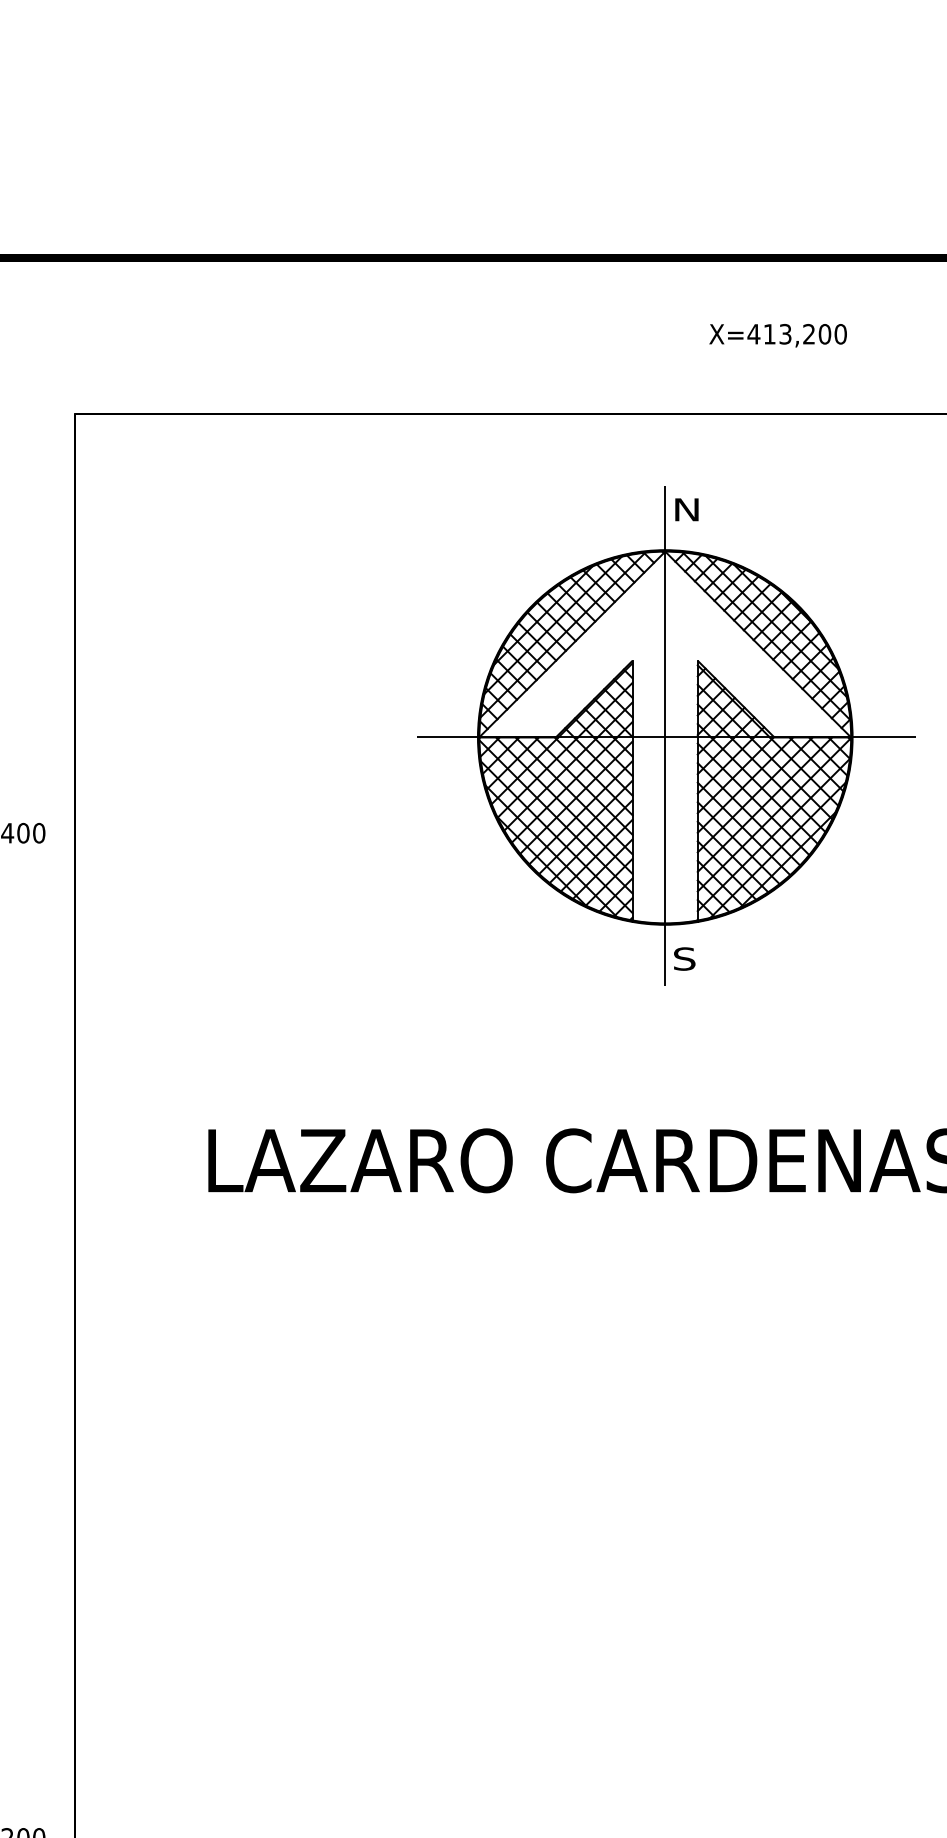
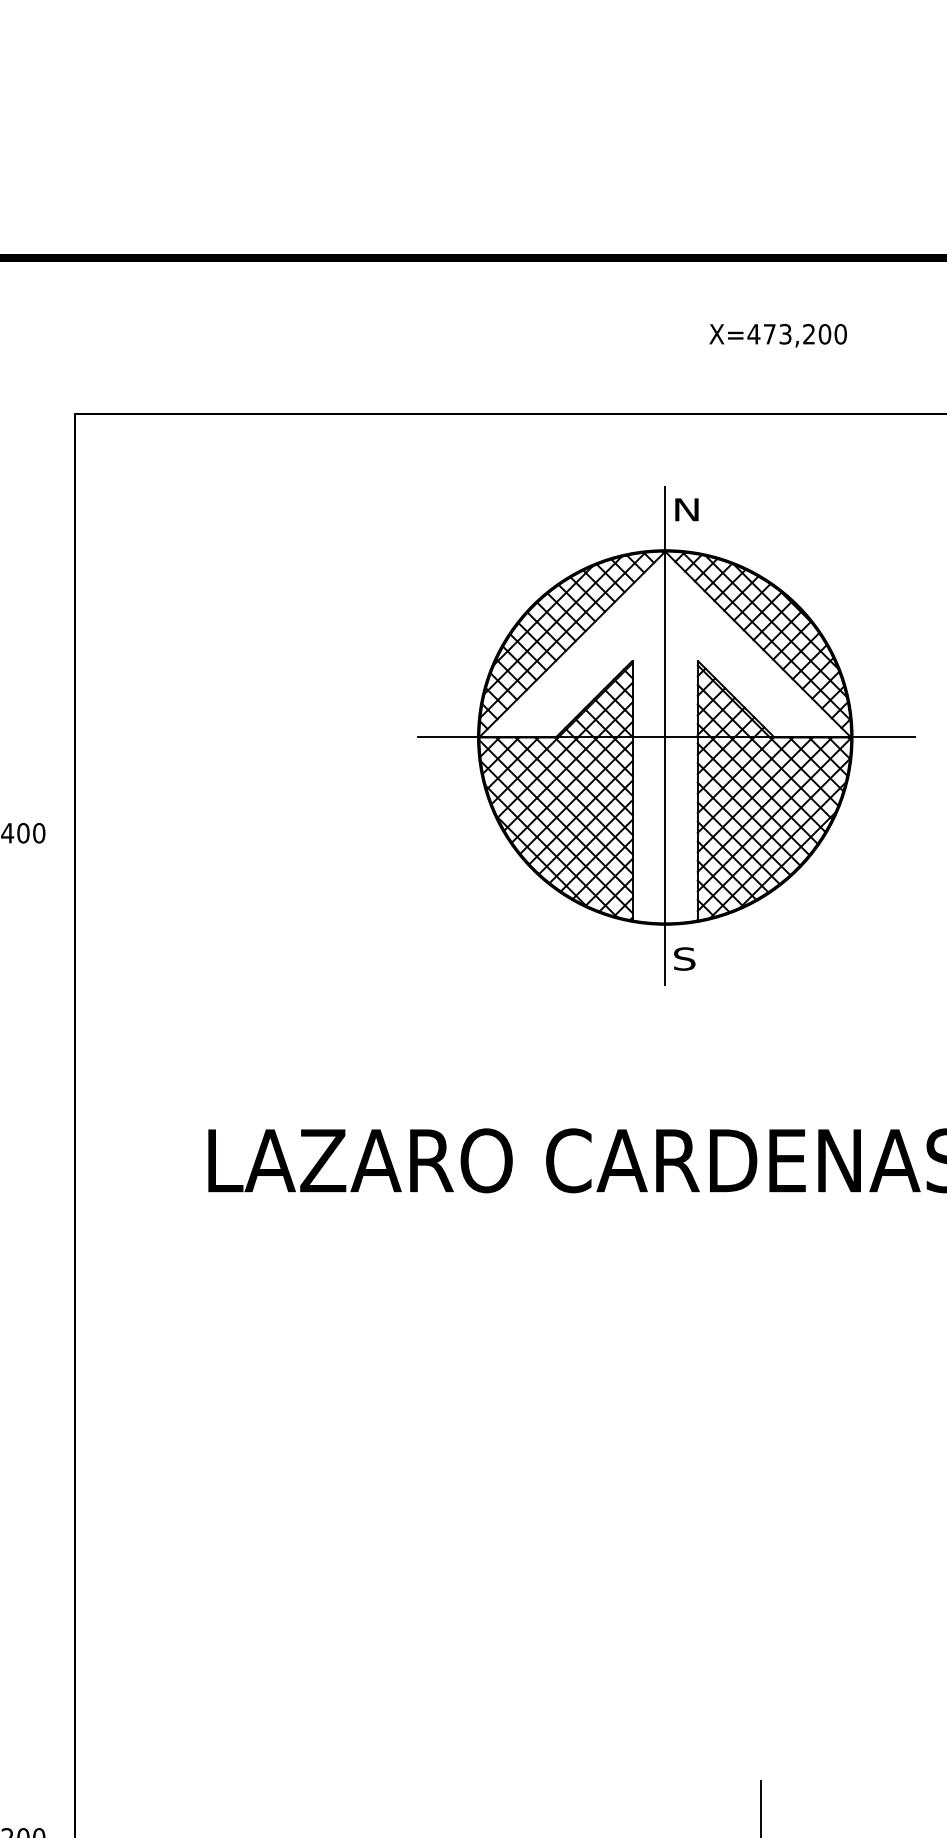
text at (769, 334): X=413,200 -> X=473,200
line at (761, 1807): none -> present
